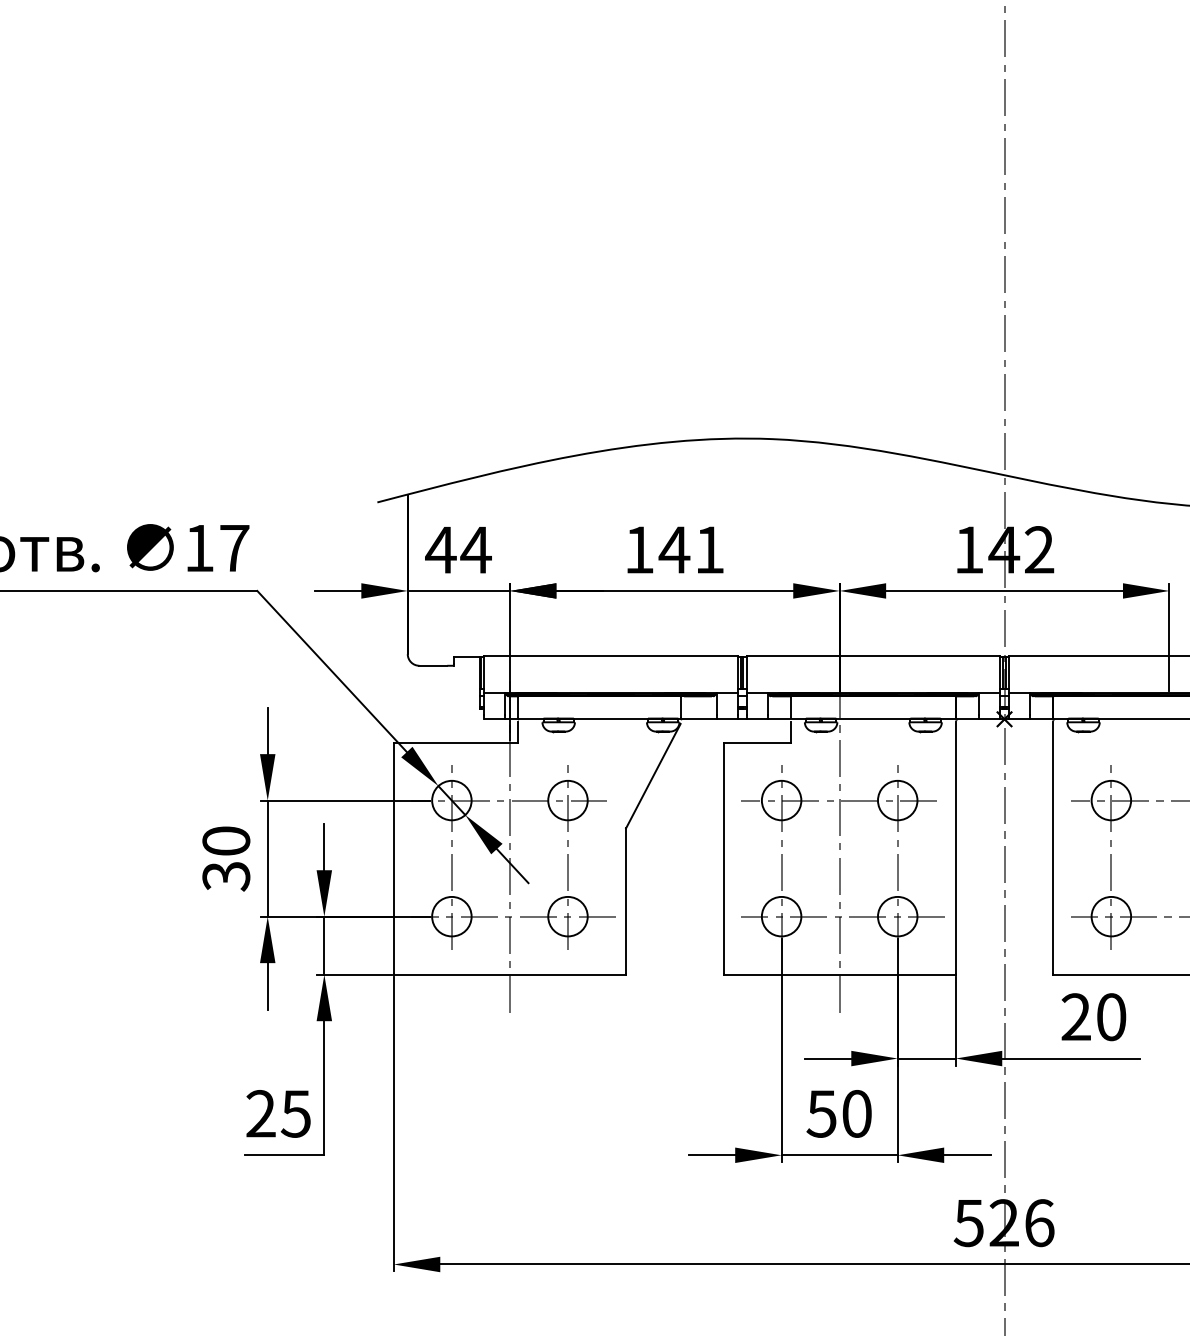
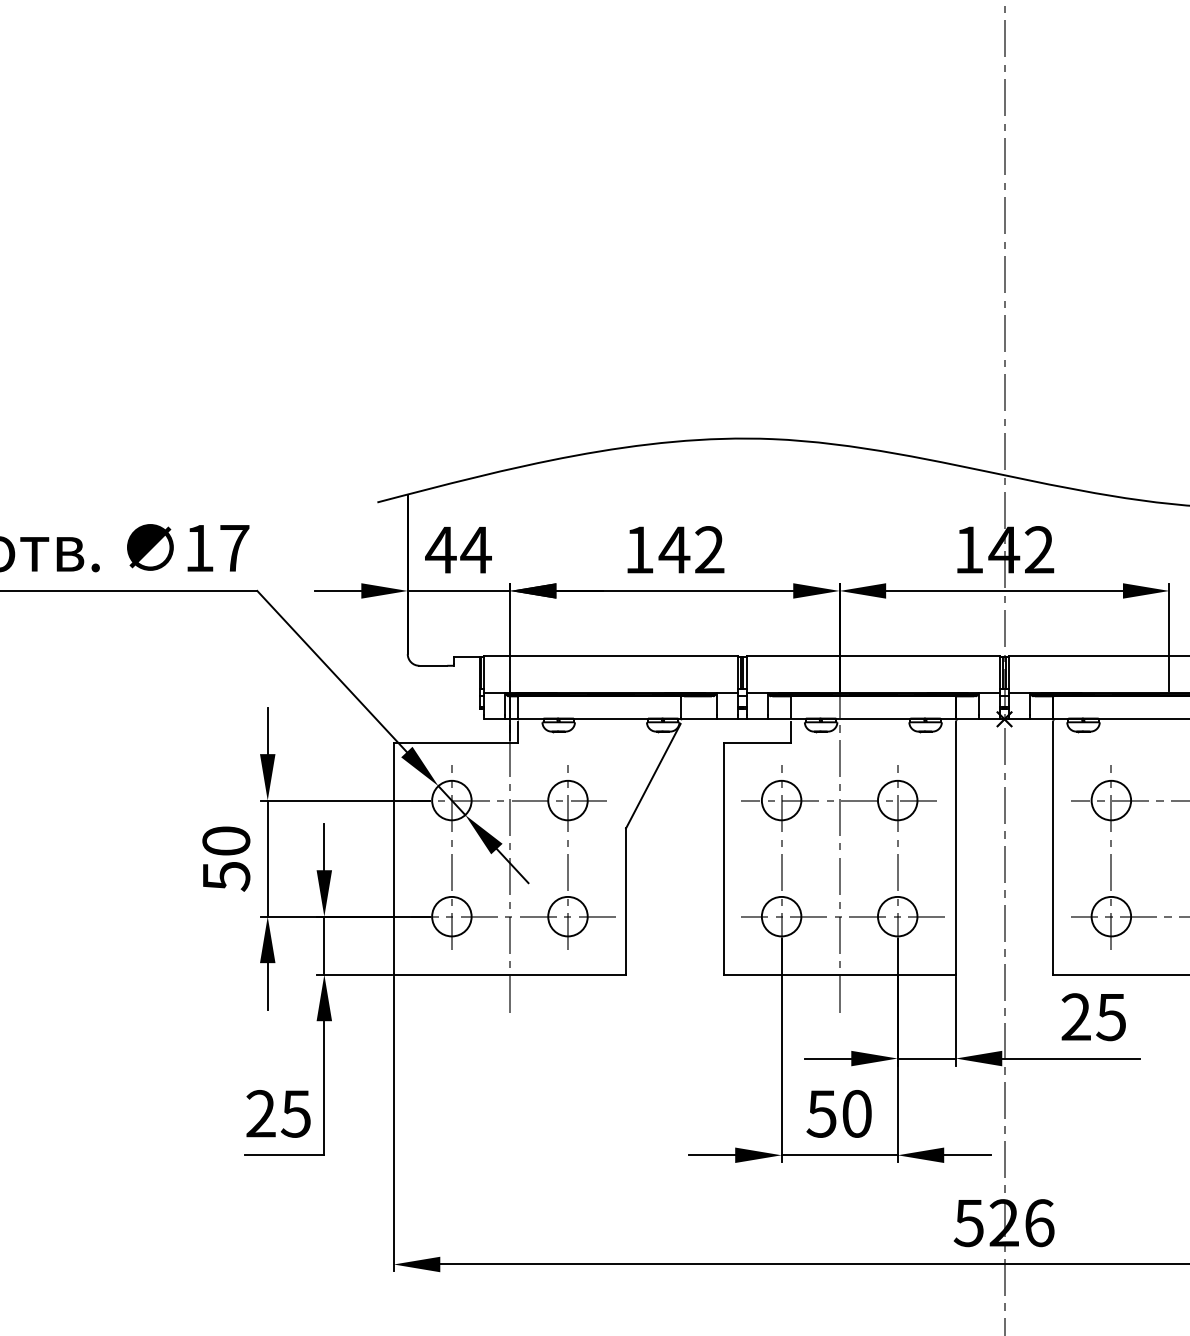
text at (709, 549): 141 -> 142
text at (225, 876): 30 -> 50
text at (1111, 1017): 20 -> 25
